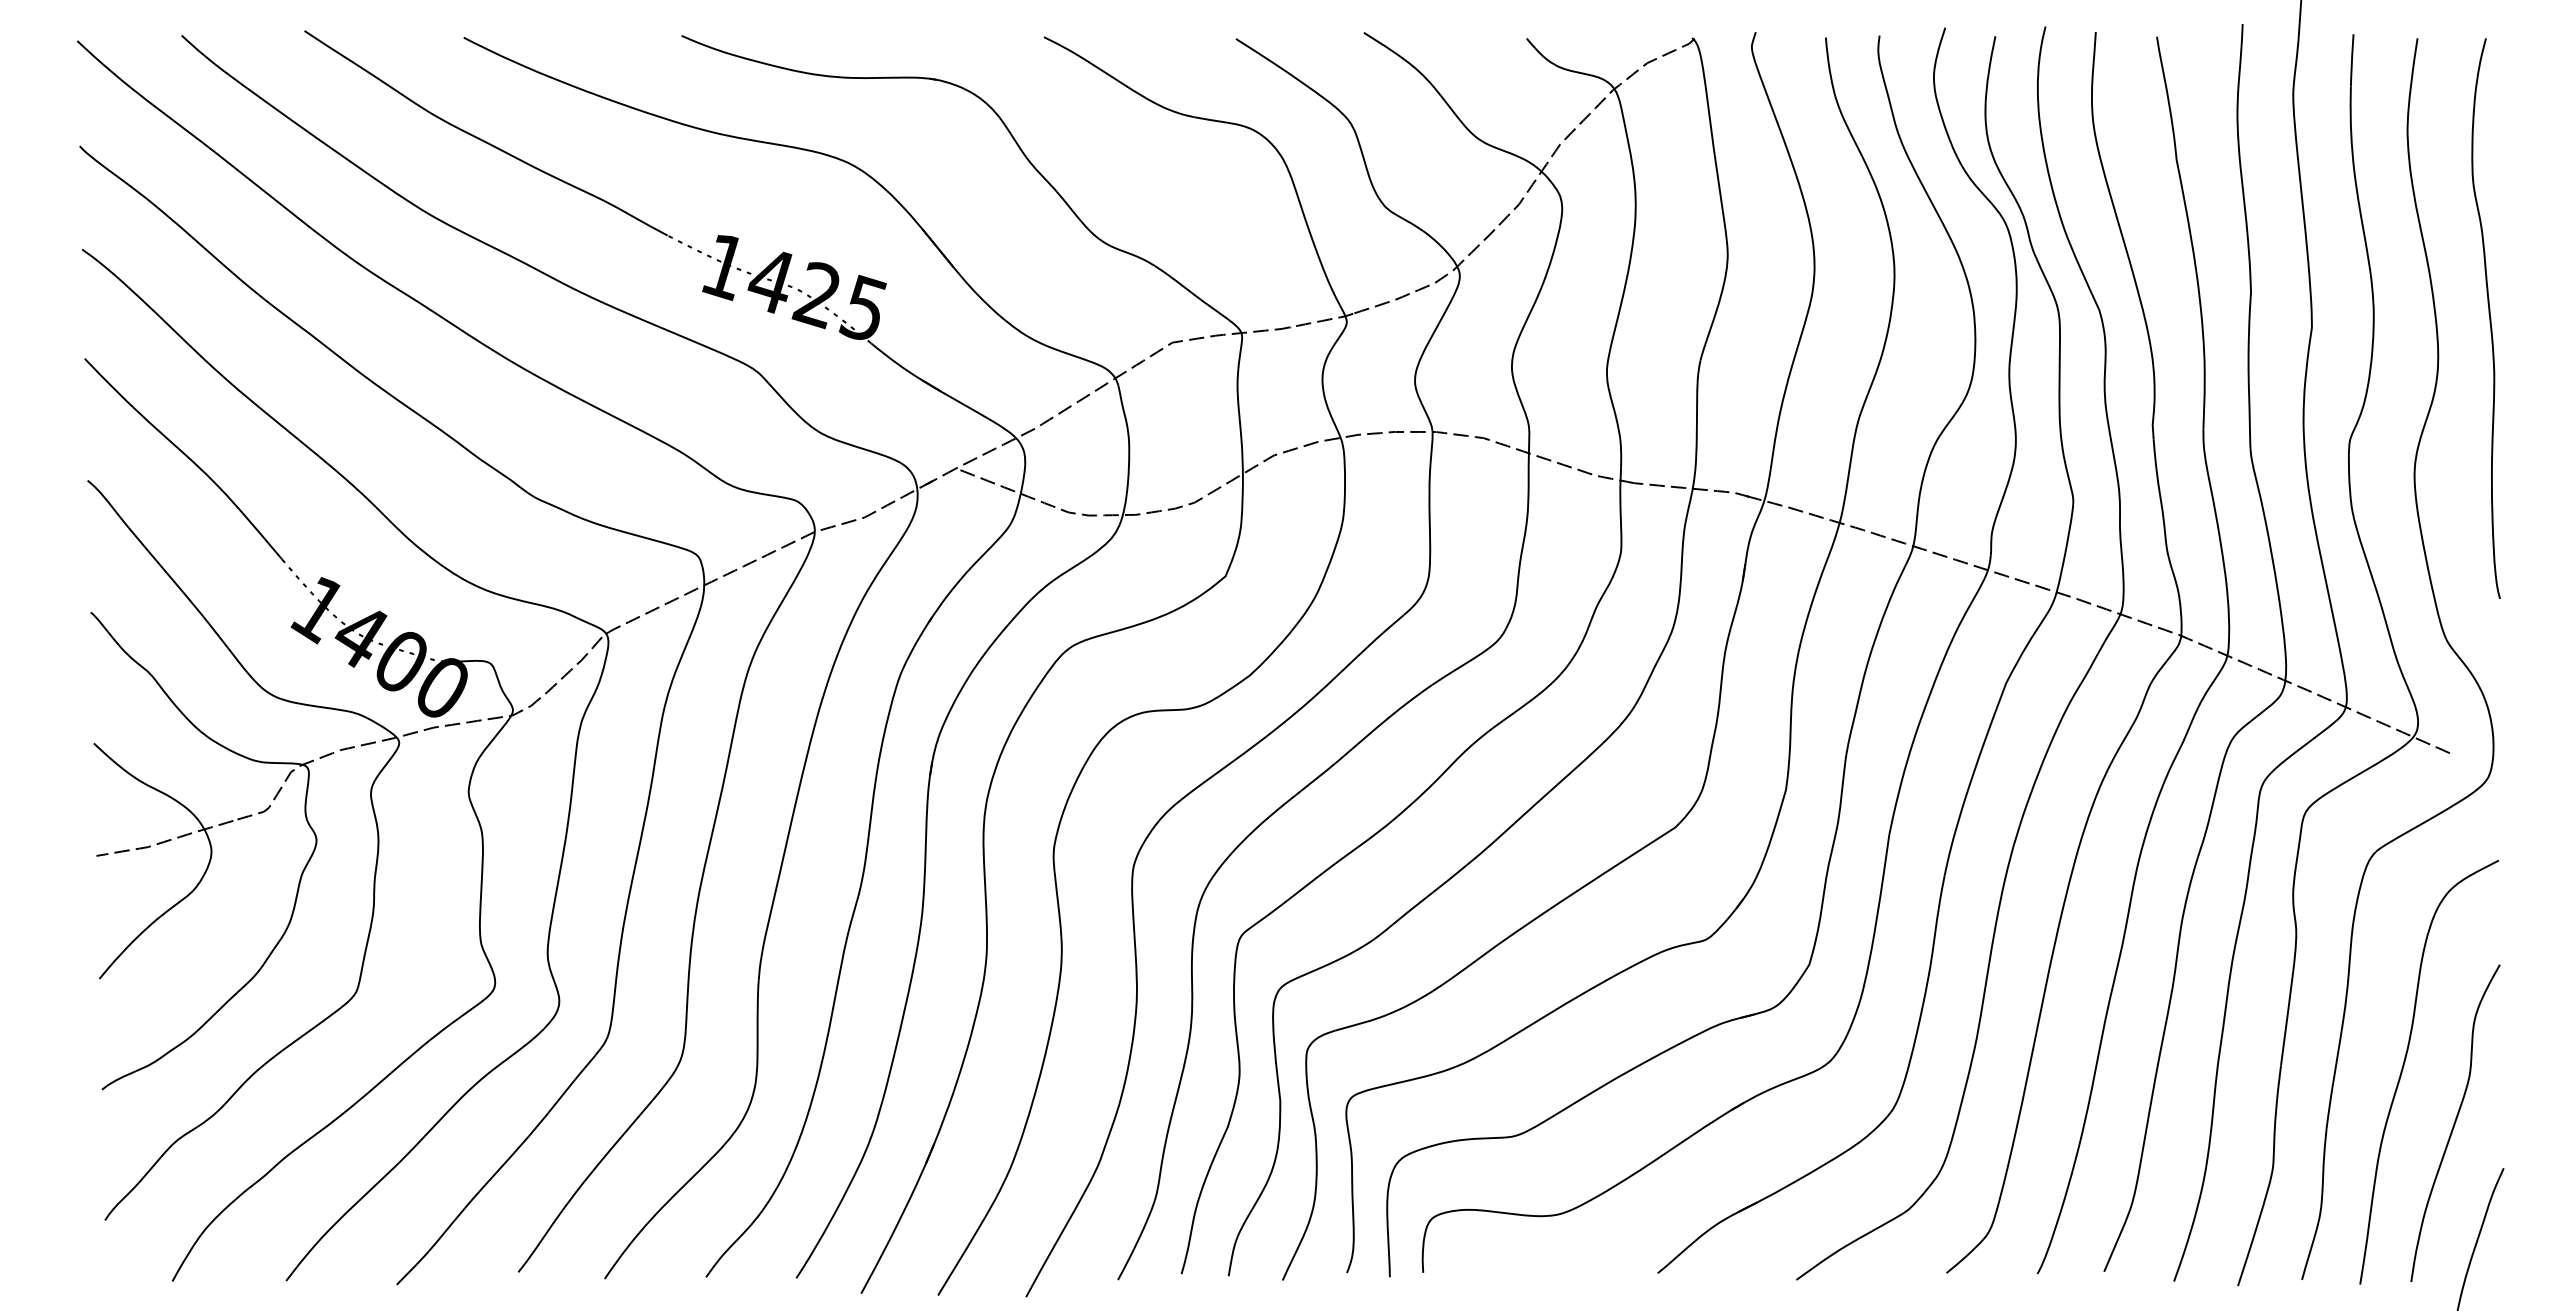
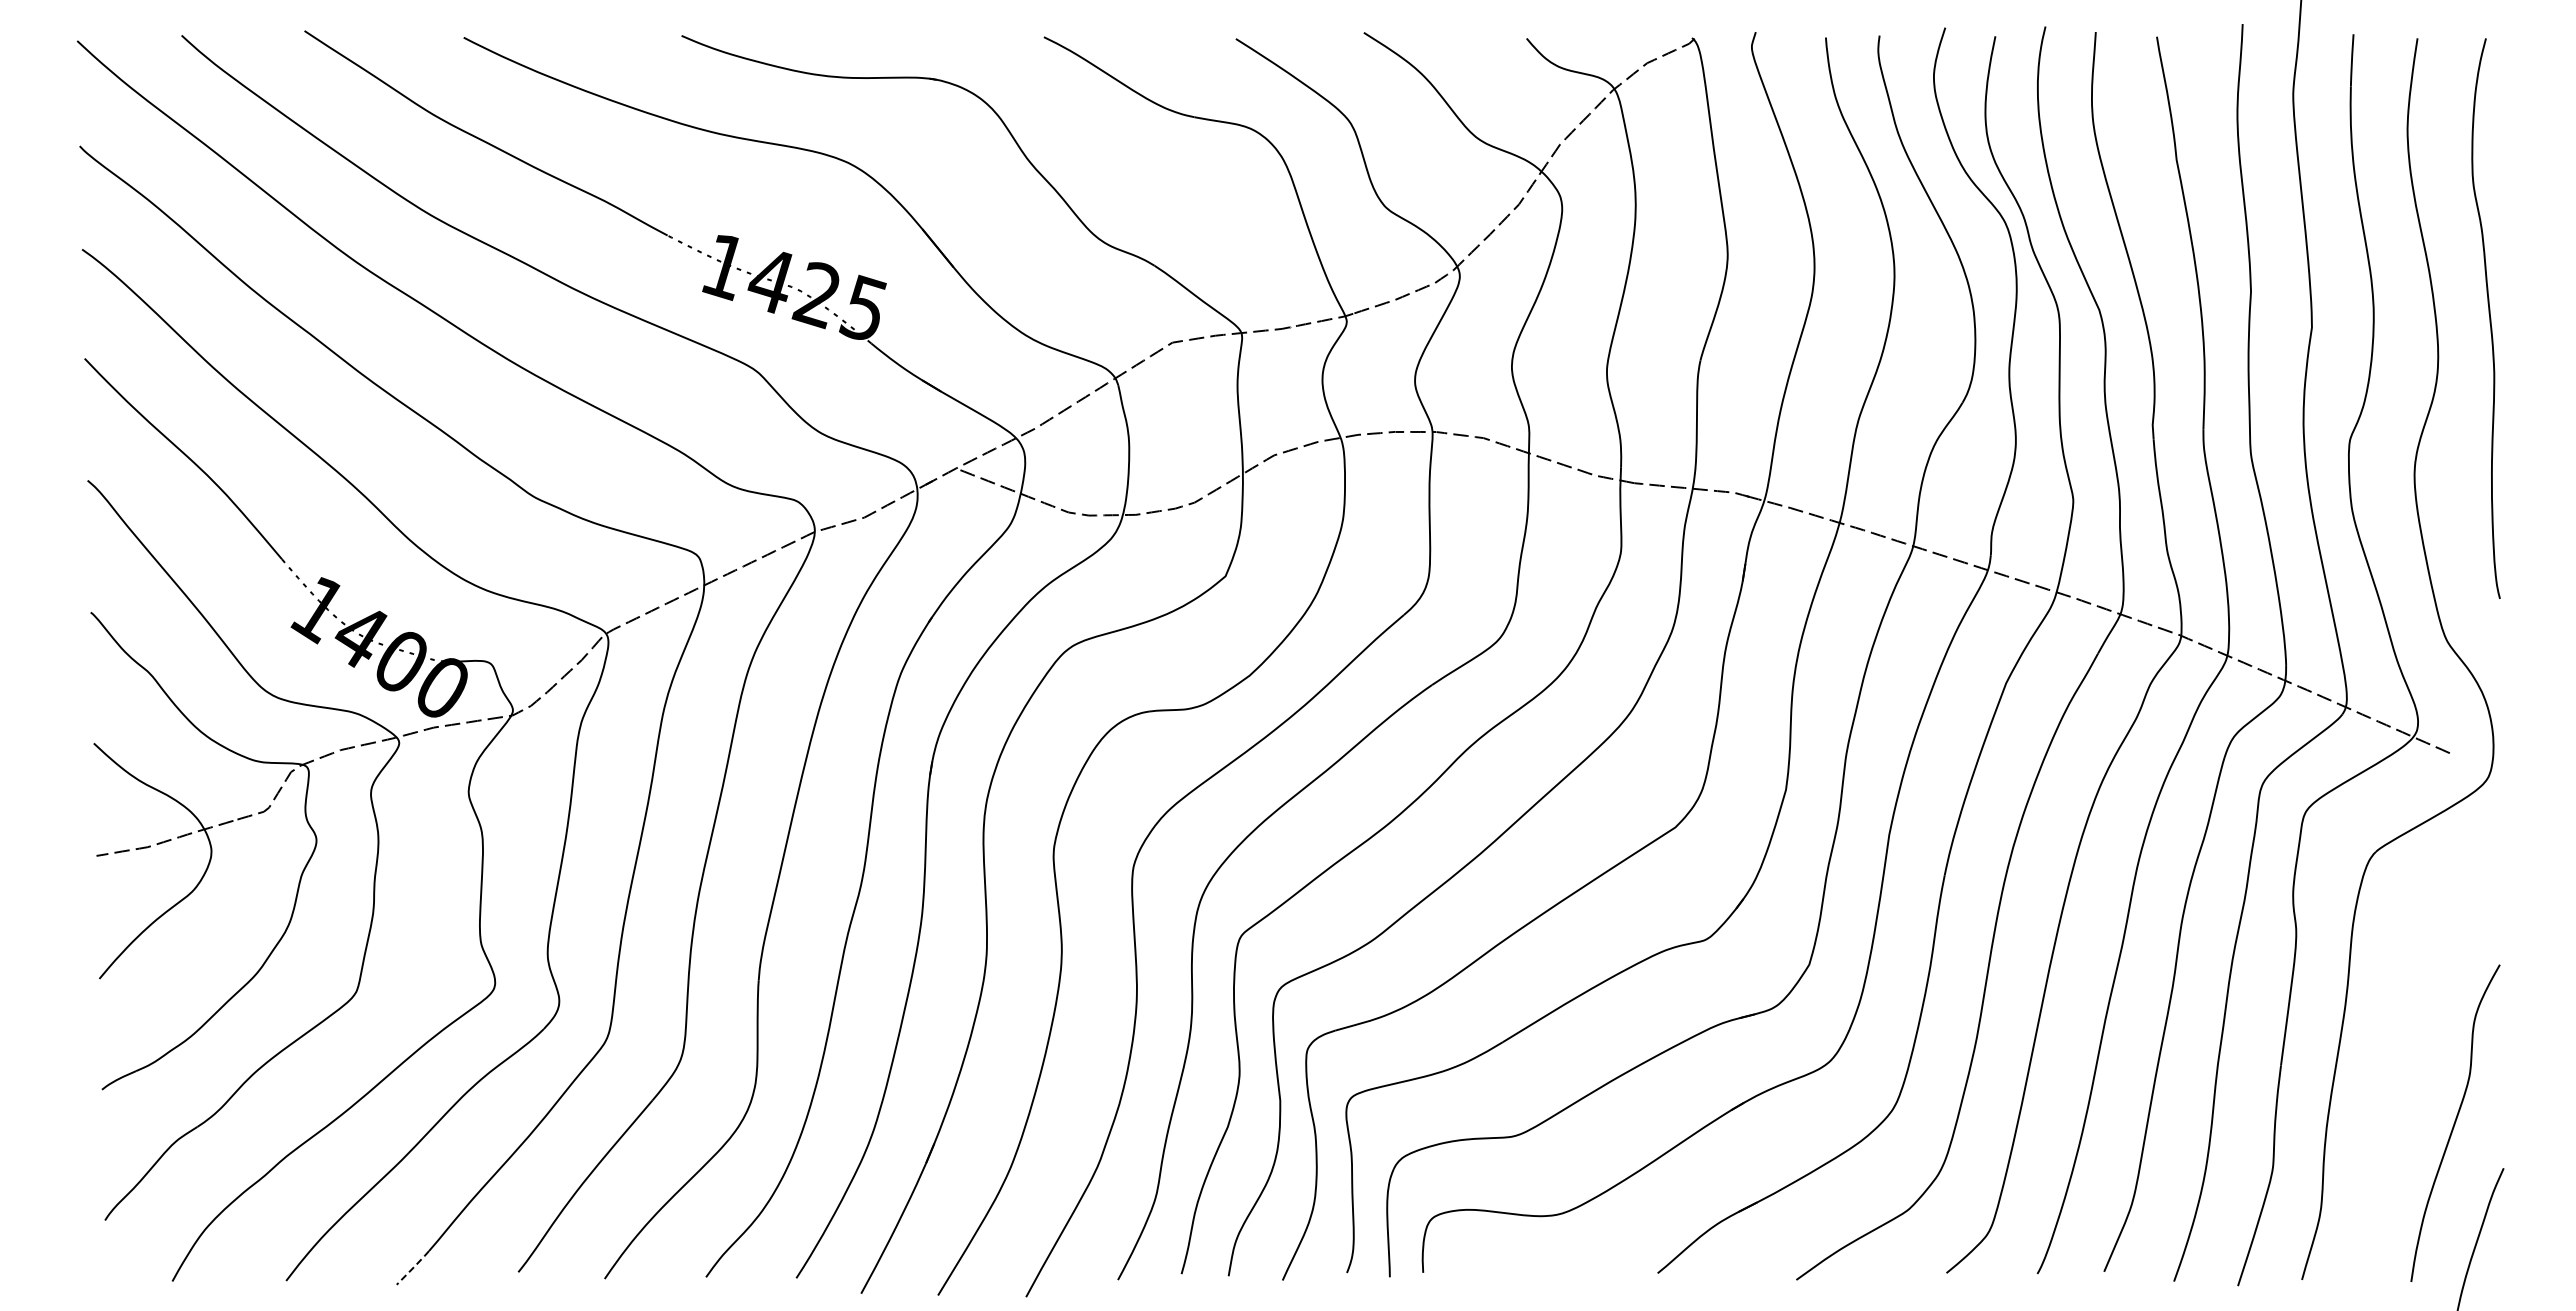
part at (2404, 1066): present -> none
line at (413, 1267): solid -> dashed
